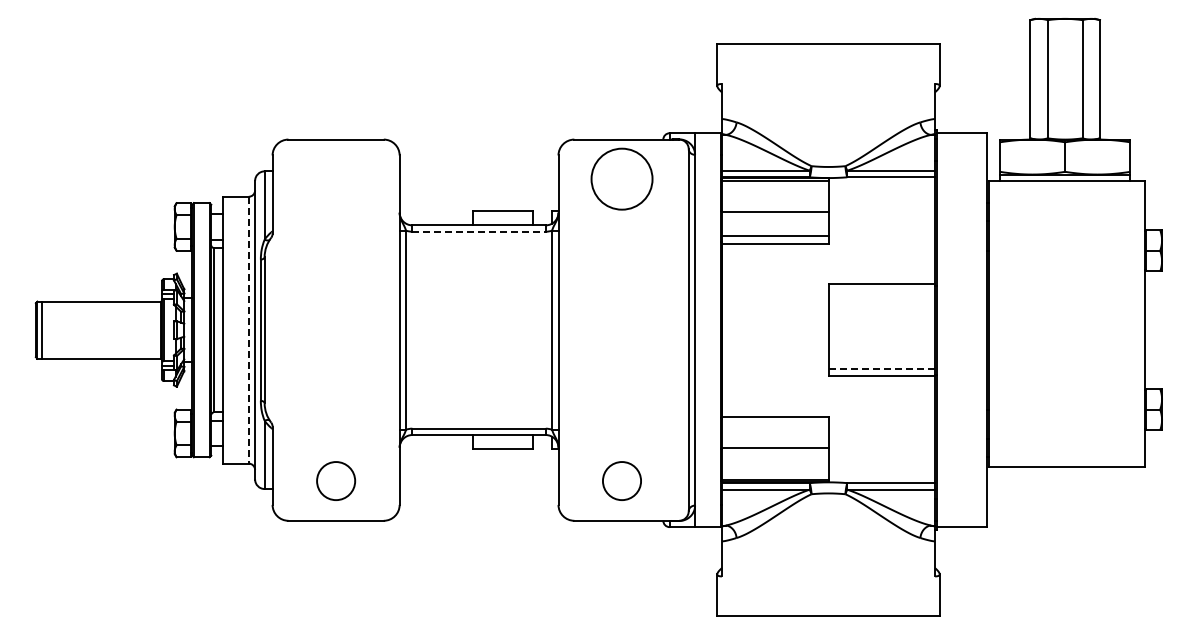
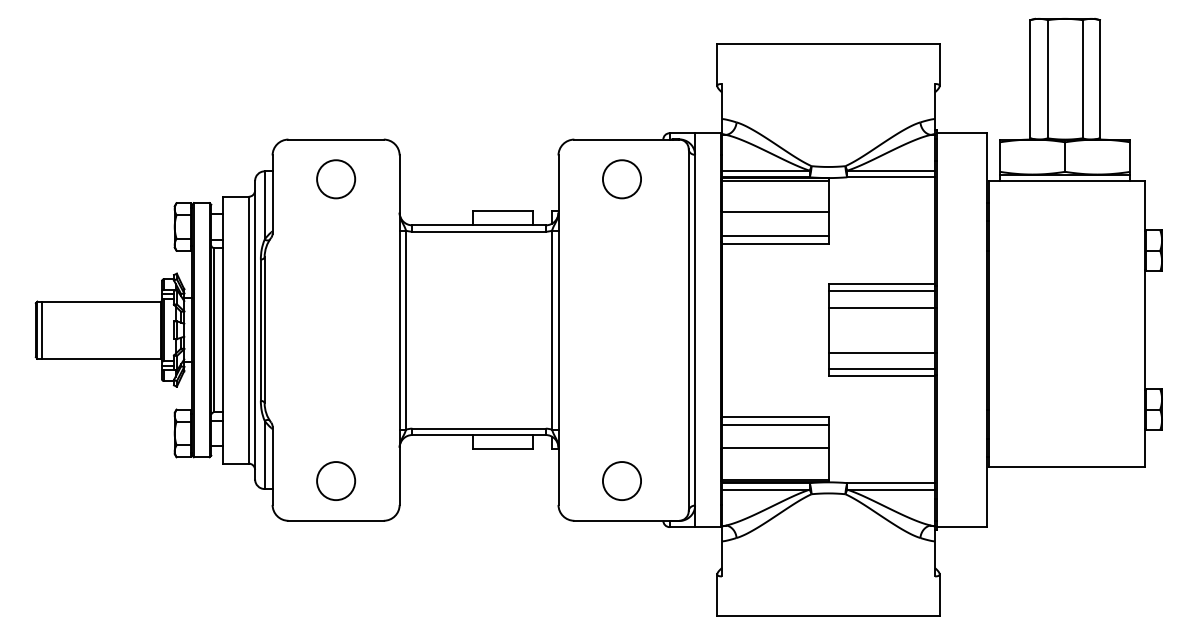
circle at (621, 178) size: 64x64 px -> 40x41 px
circle at (336, 179): none -> present
line at (479, 231): dashed -> solid
line at (881, 291): none -> present
line at (882, 307): none -> present
line at (248, 330): dashed -> solid
line at (882, 352): none -> present
line at (882, 369): dashed -> solid
line at (775, 424): none -> present
